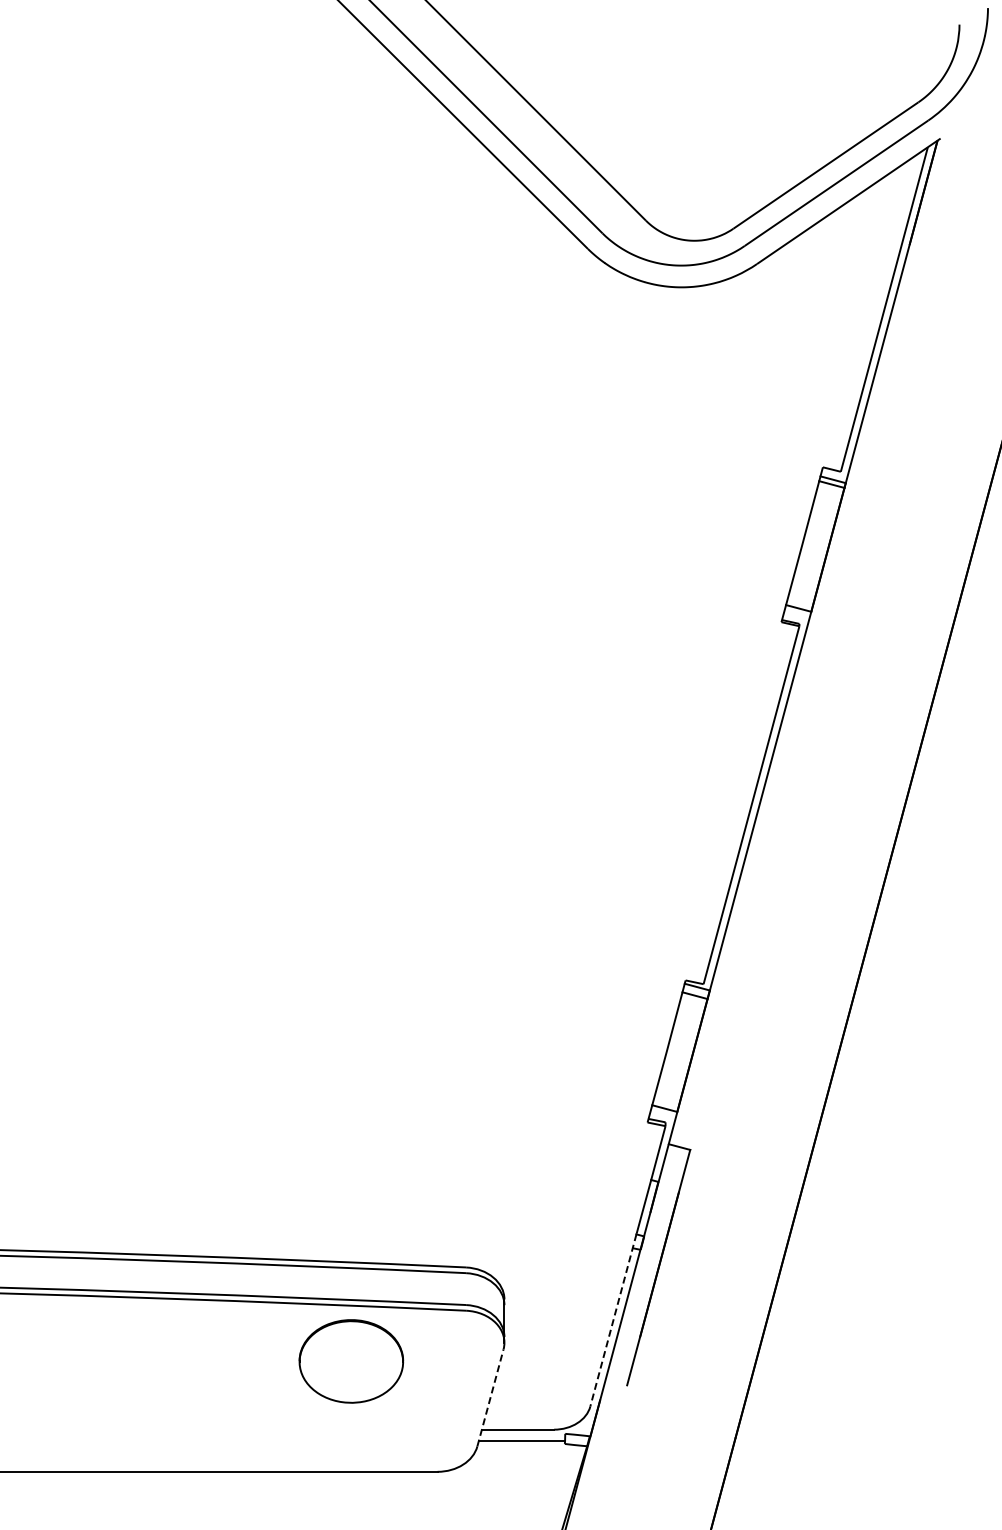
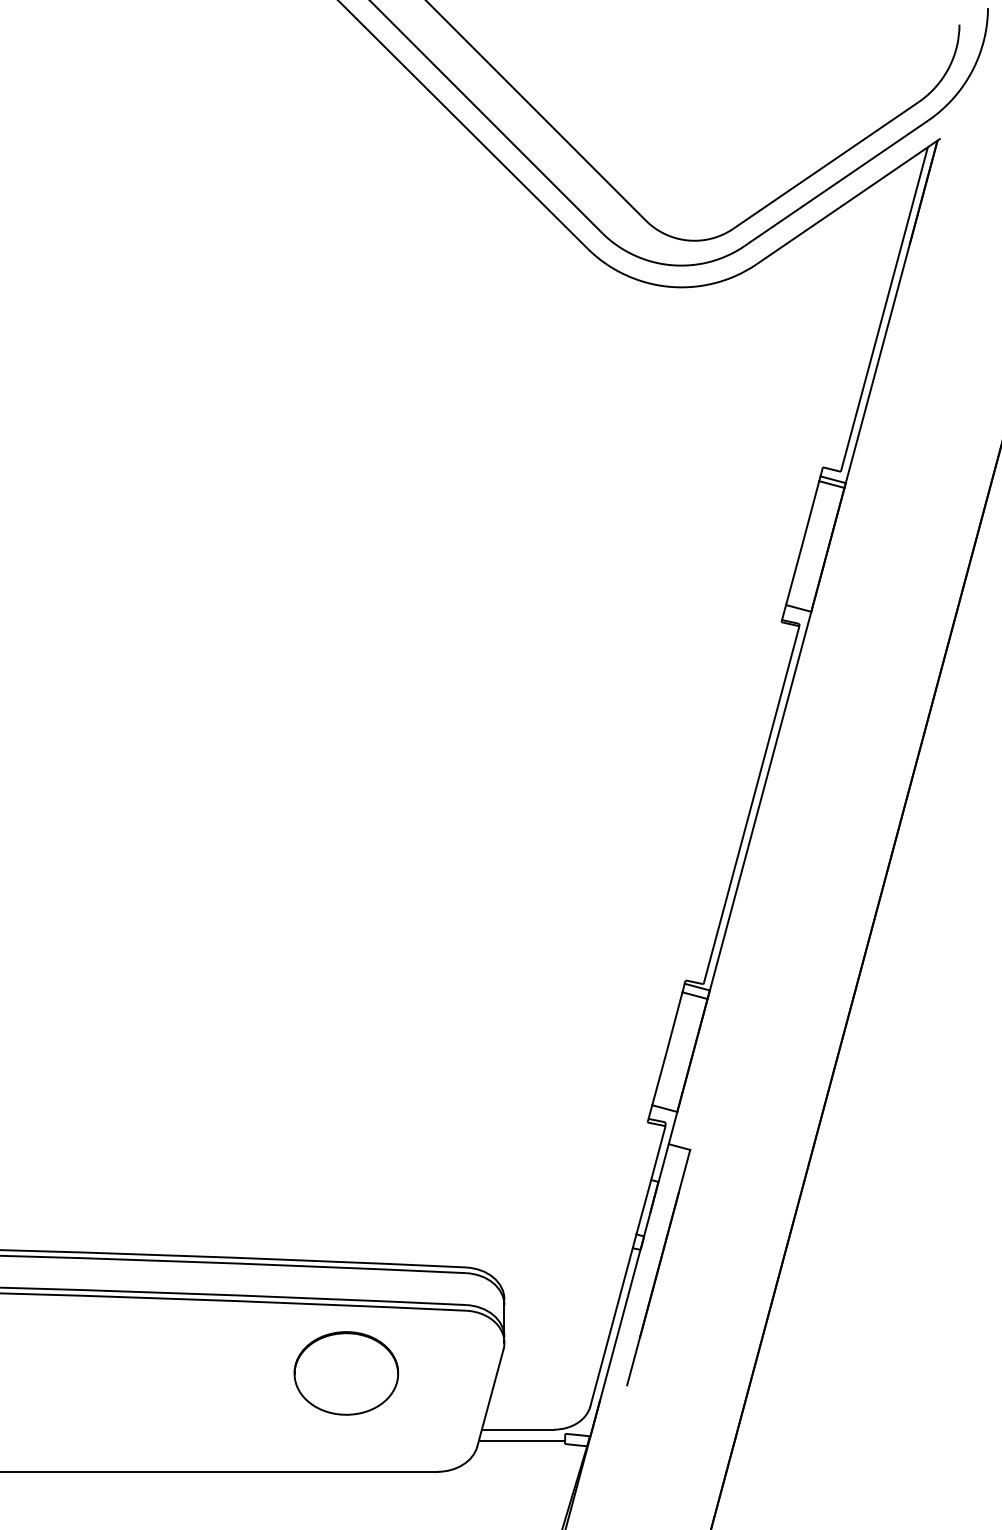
line at (613, 1320): dashed -> solid
part at (351, 1361) position: (351, 1361) -> (346, 1373)
line at (490, 1397): dashed -> solid
